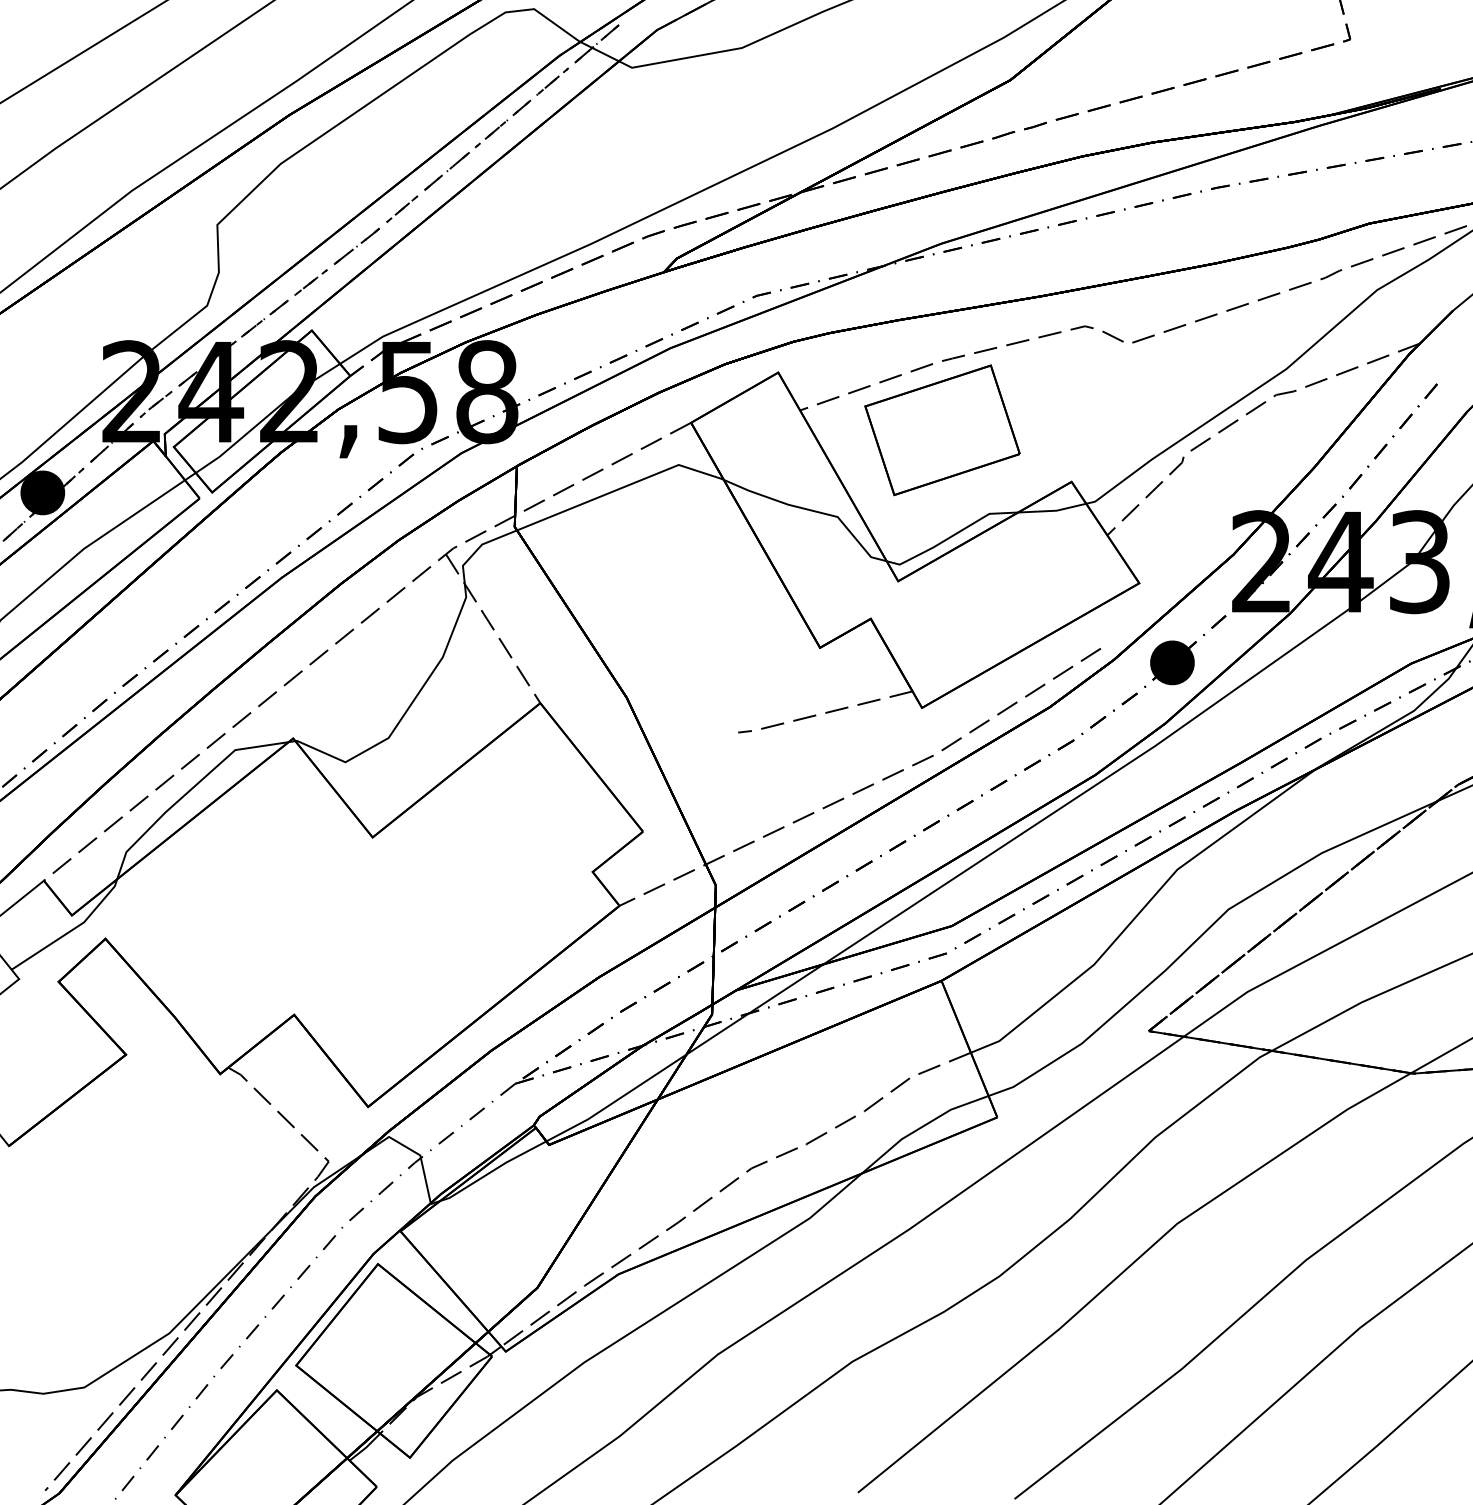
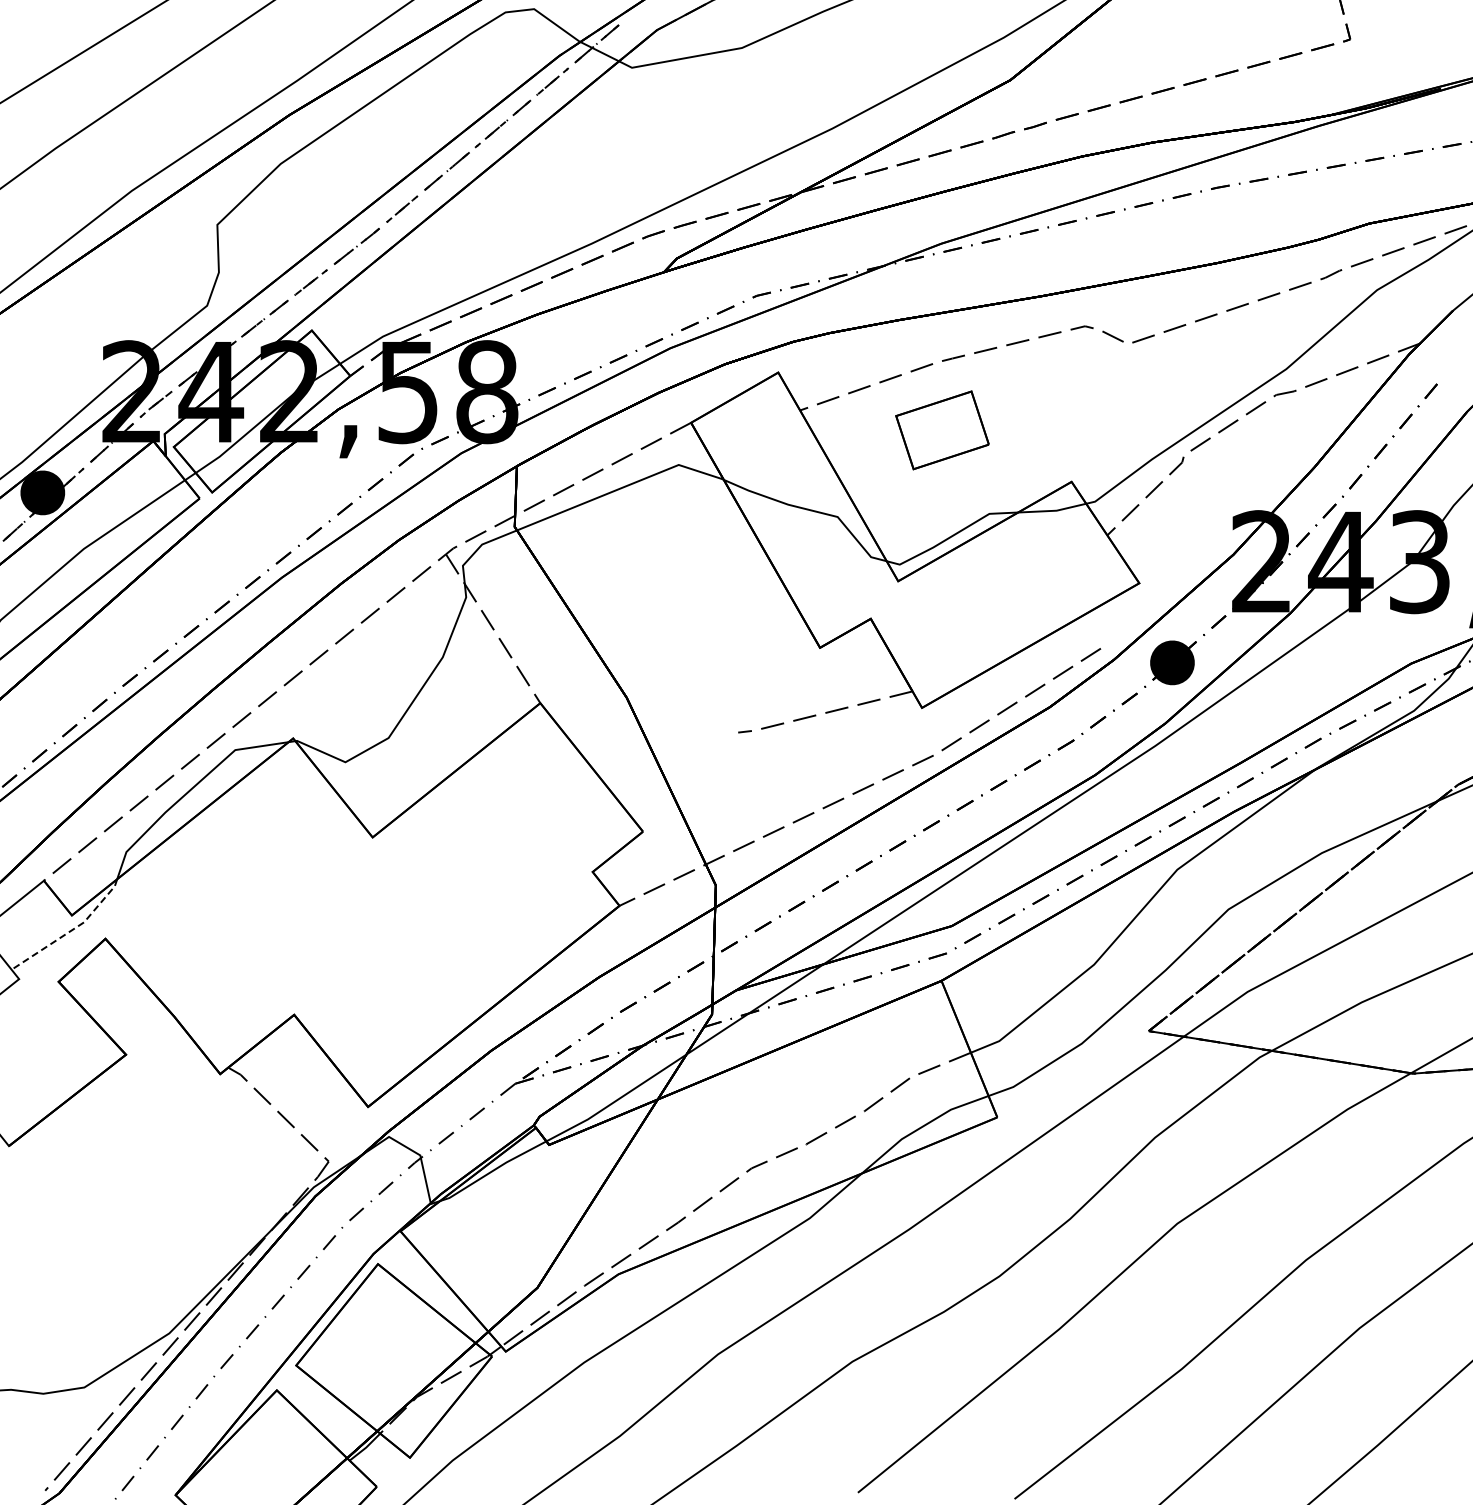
part at (942, 430) size: 157x133 px -> 95x81 px
line at (71, 930): solid -> dashed
